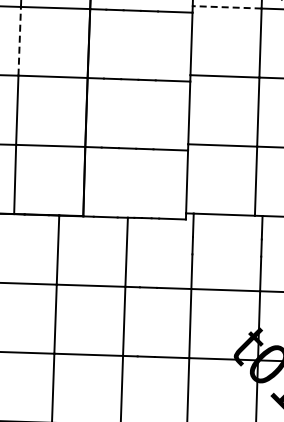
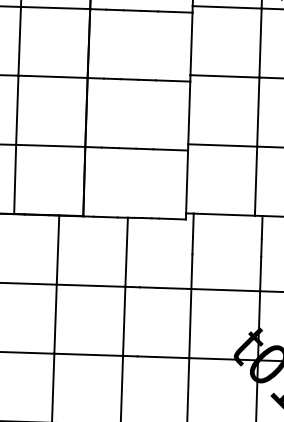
line at (226, 7): dashed -> solid
line at (19, 40): dashed -> solid
